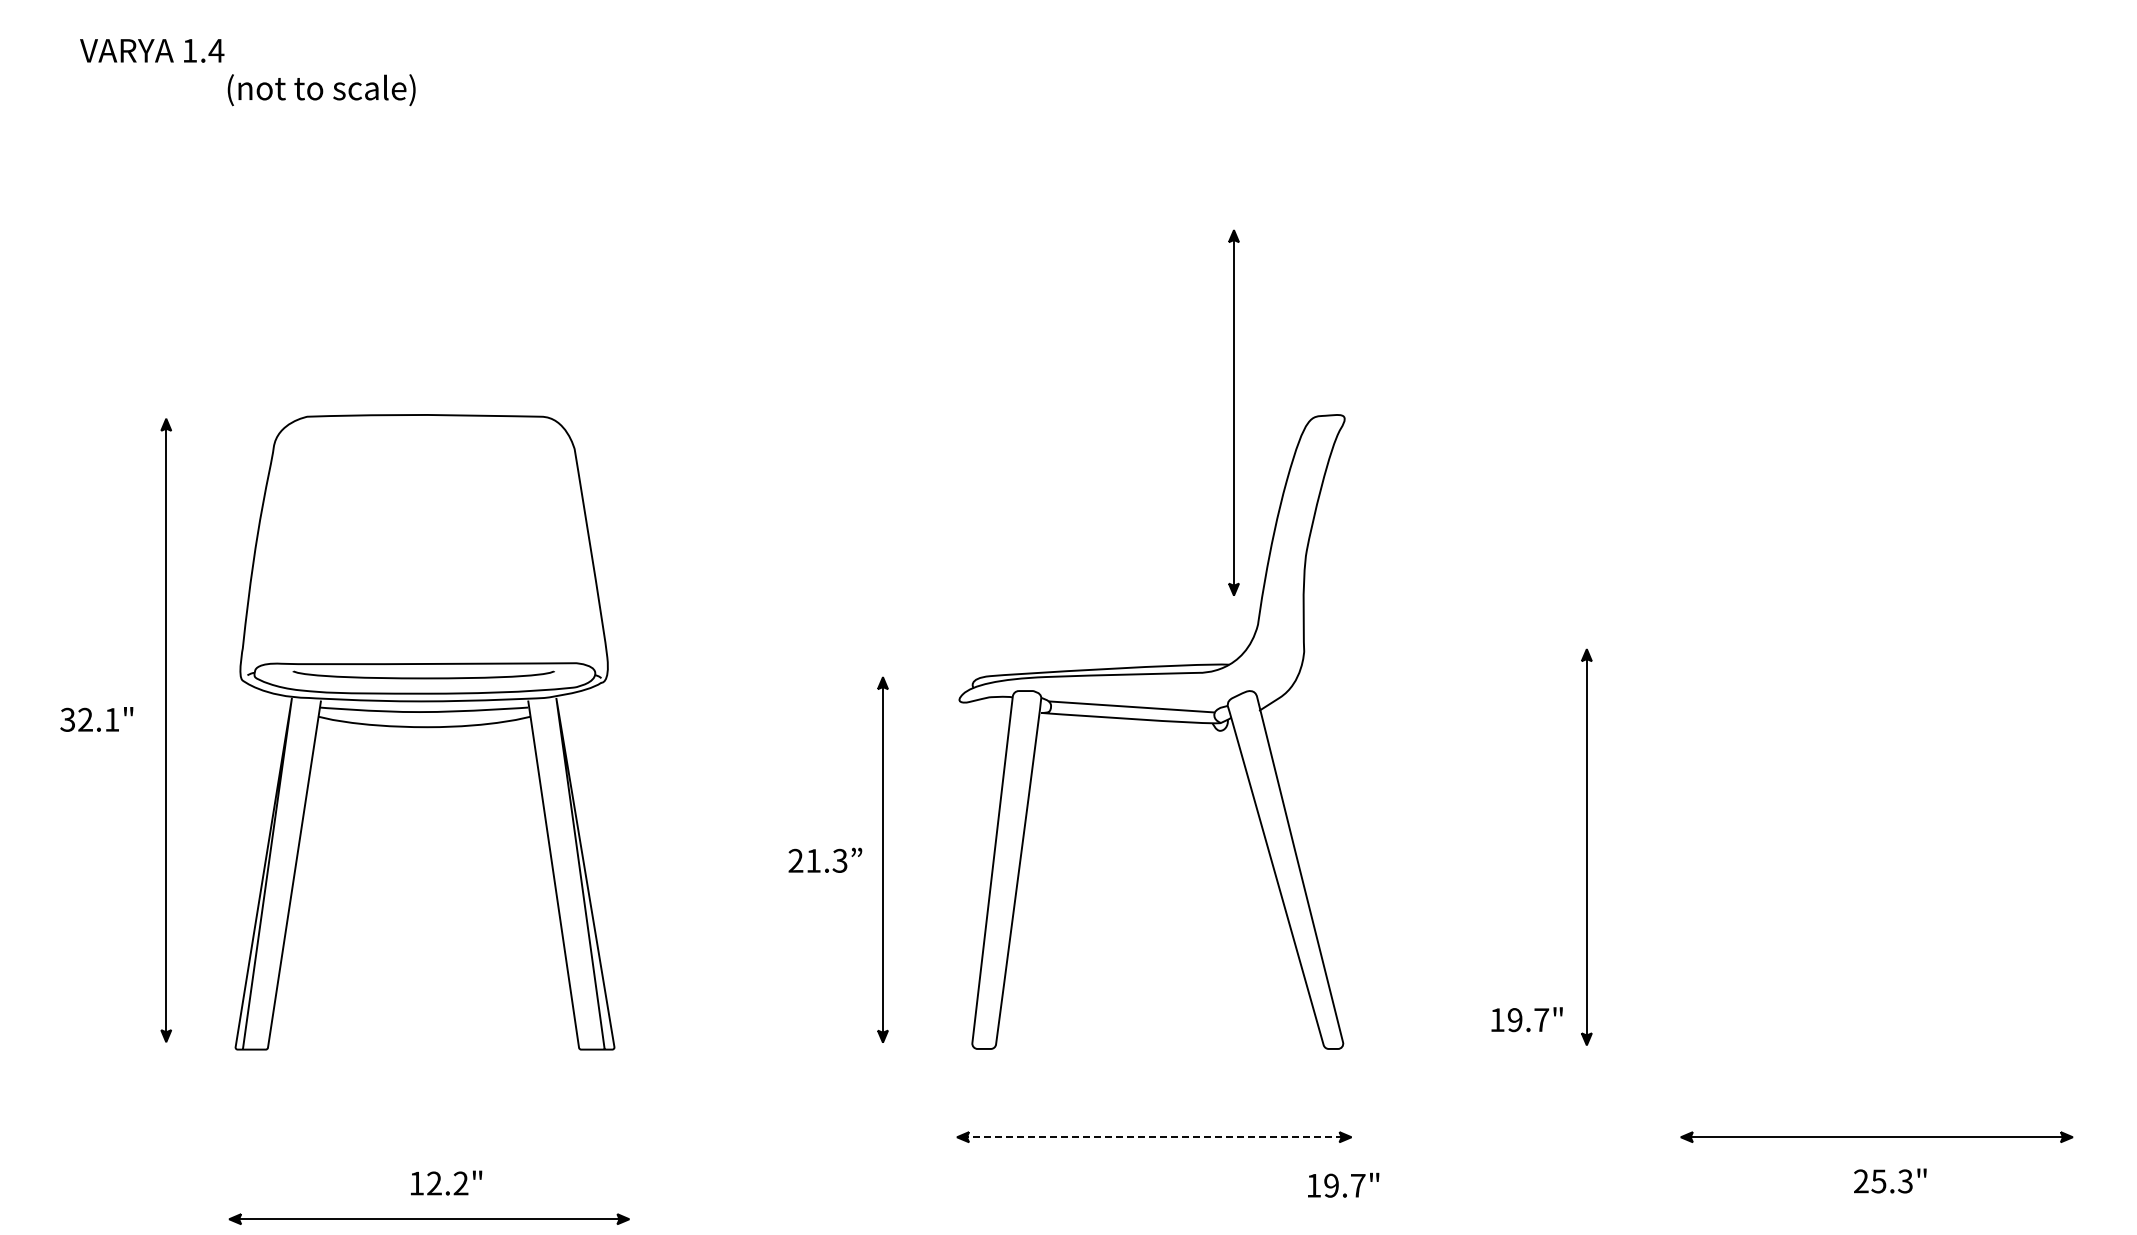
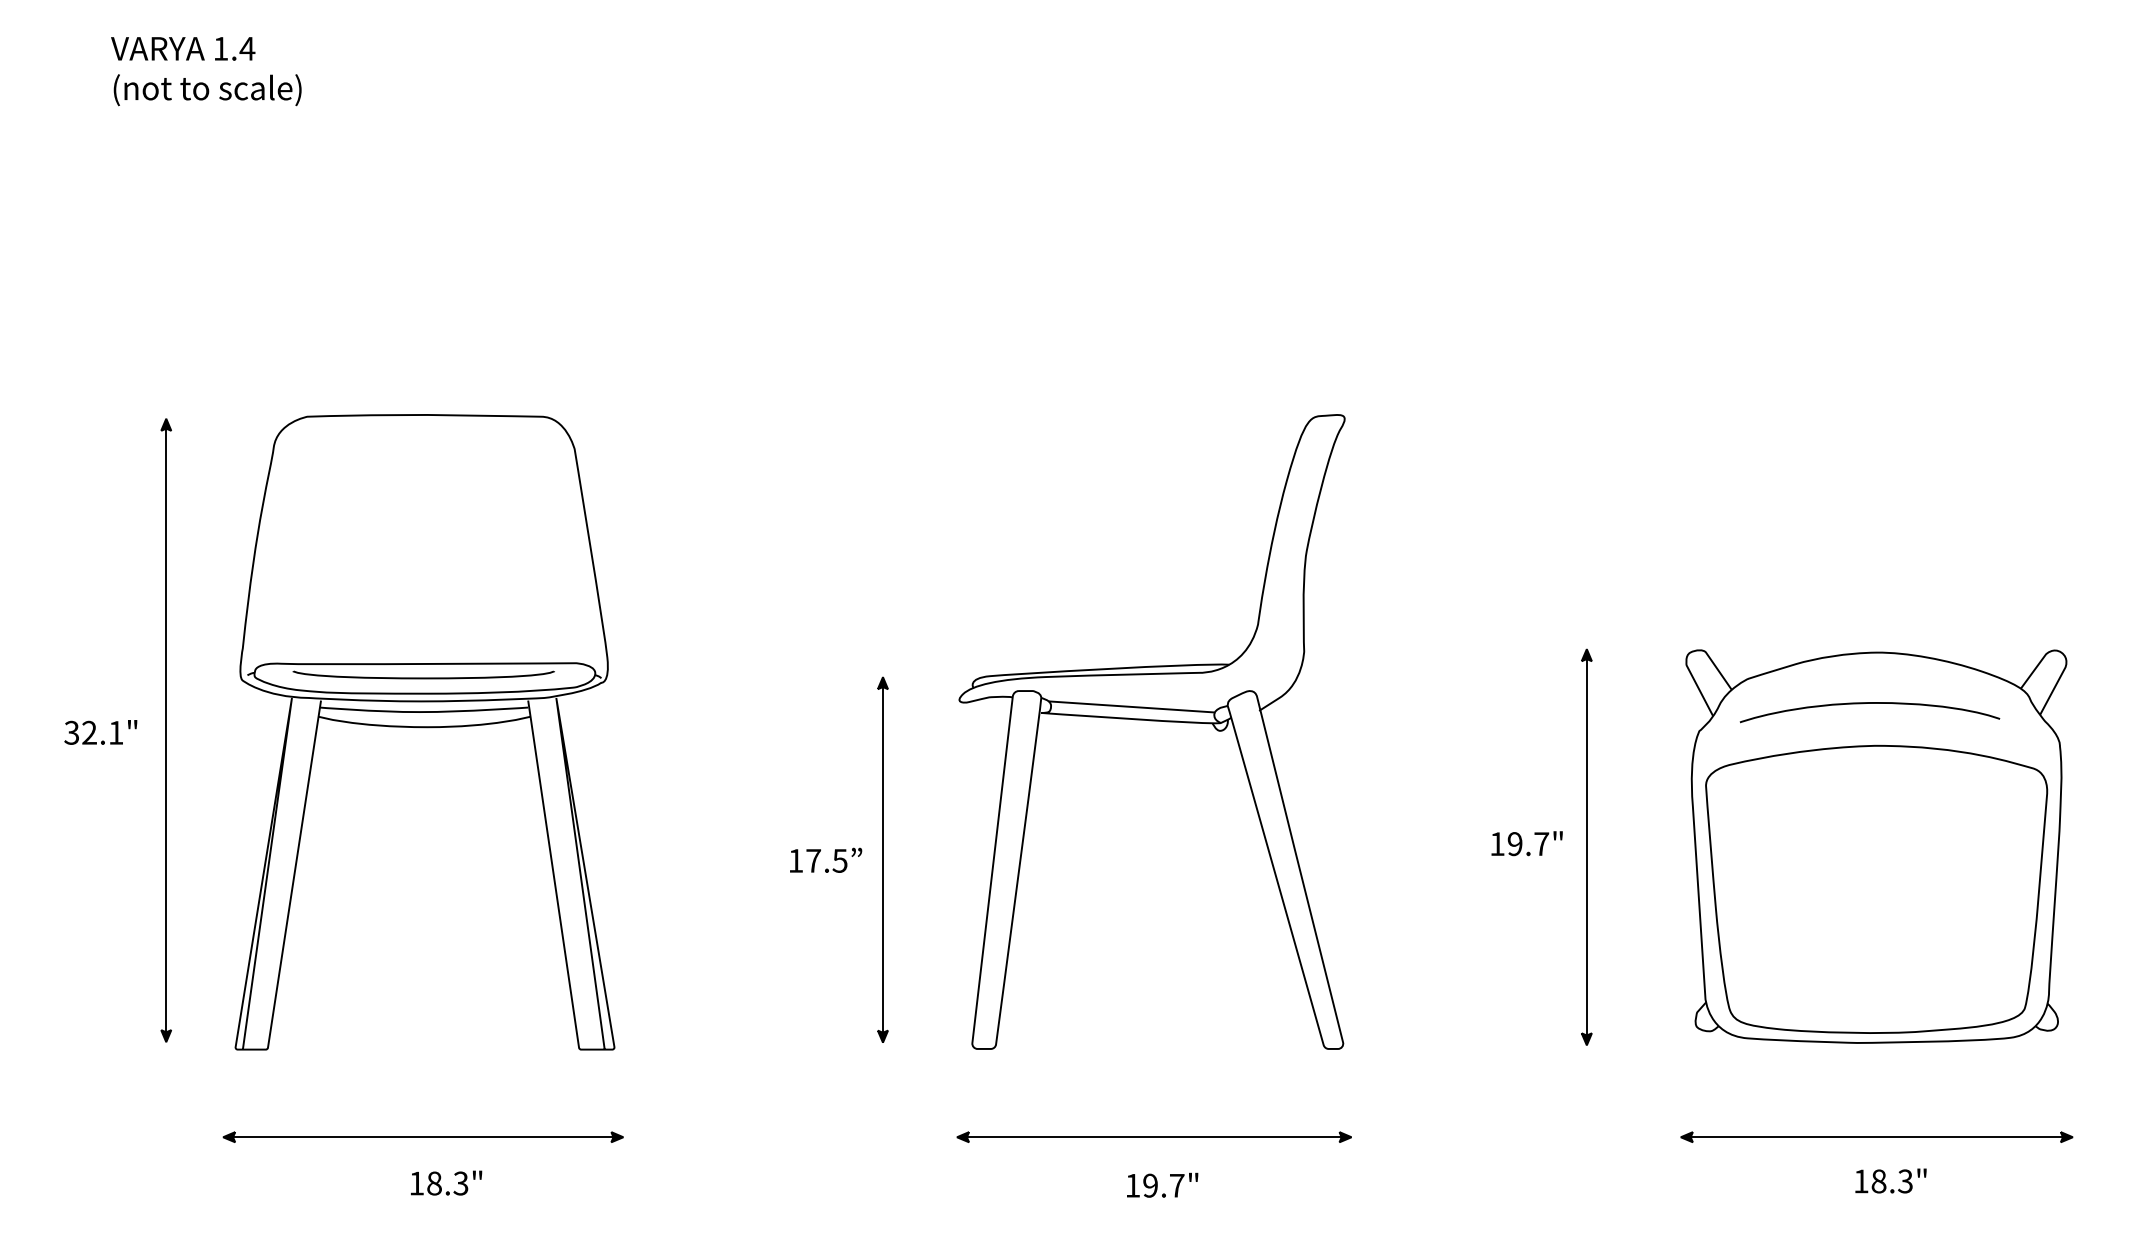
text at (152, 50) position: (152, 50) -> (183, 48)
text at (321, 90) position: (321, 90) -> (207, 90)
part at (1233, 412): present -> none
text at (96, 719) position: (96, 719) -> (100, 732)
part at (1876, 846): none -> present
text at (817, 860): 21.3 -> 17.5
text at (1526, 1019) position: (1526, 1019) -> (1526, 843)
line at (1153, 1137): dashed -> solid
text at (1870, 1181): 25.3" -> 18.3"
text at (447, 1183): 12.2" -> 18.3"
text at (1343, 1184) position: (1343, 1184) -> (1162, 1184)
part at (428, 1218) position: (428, 1218) -> (422, 1136)
